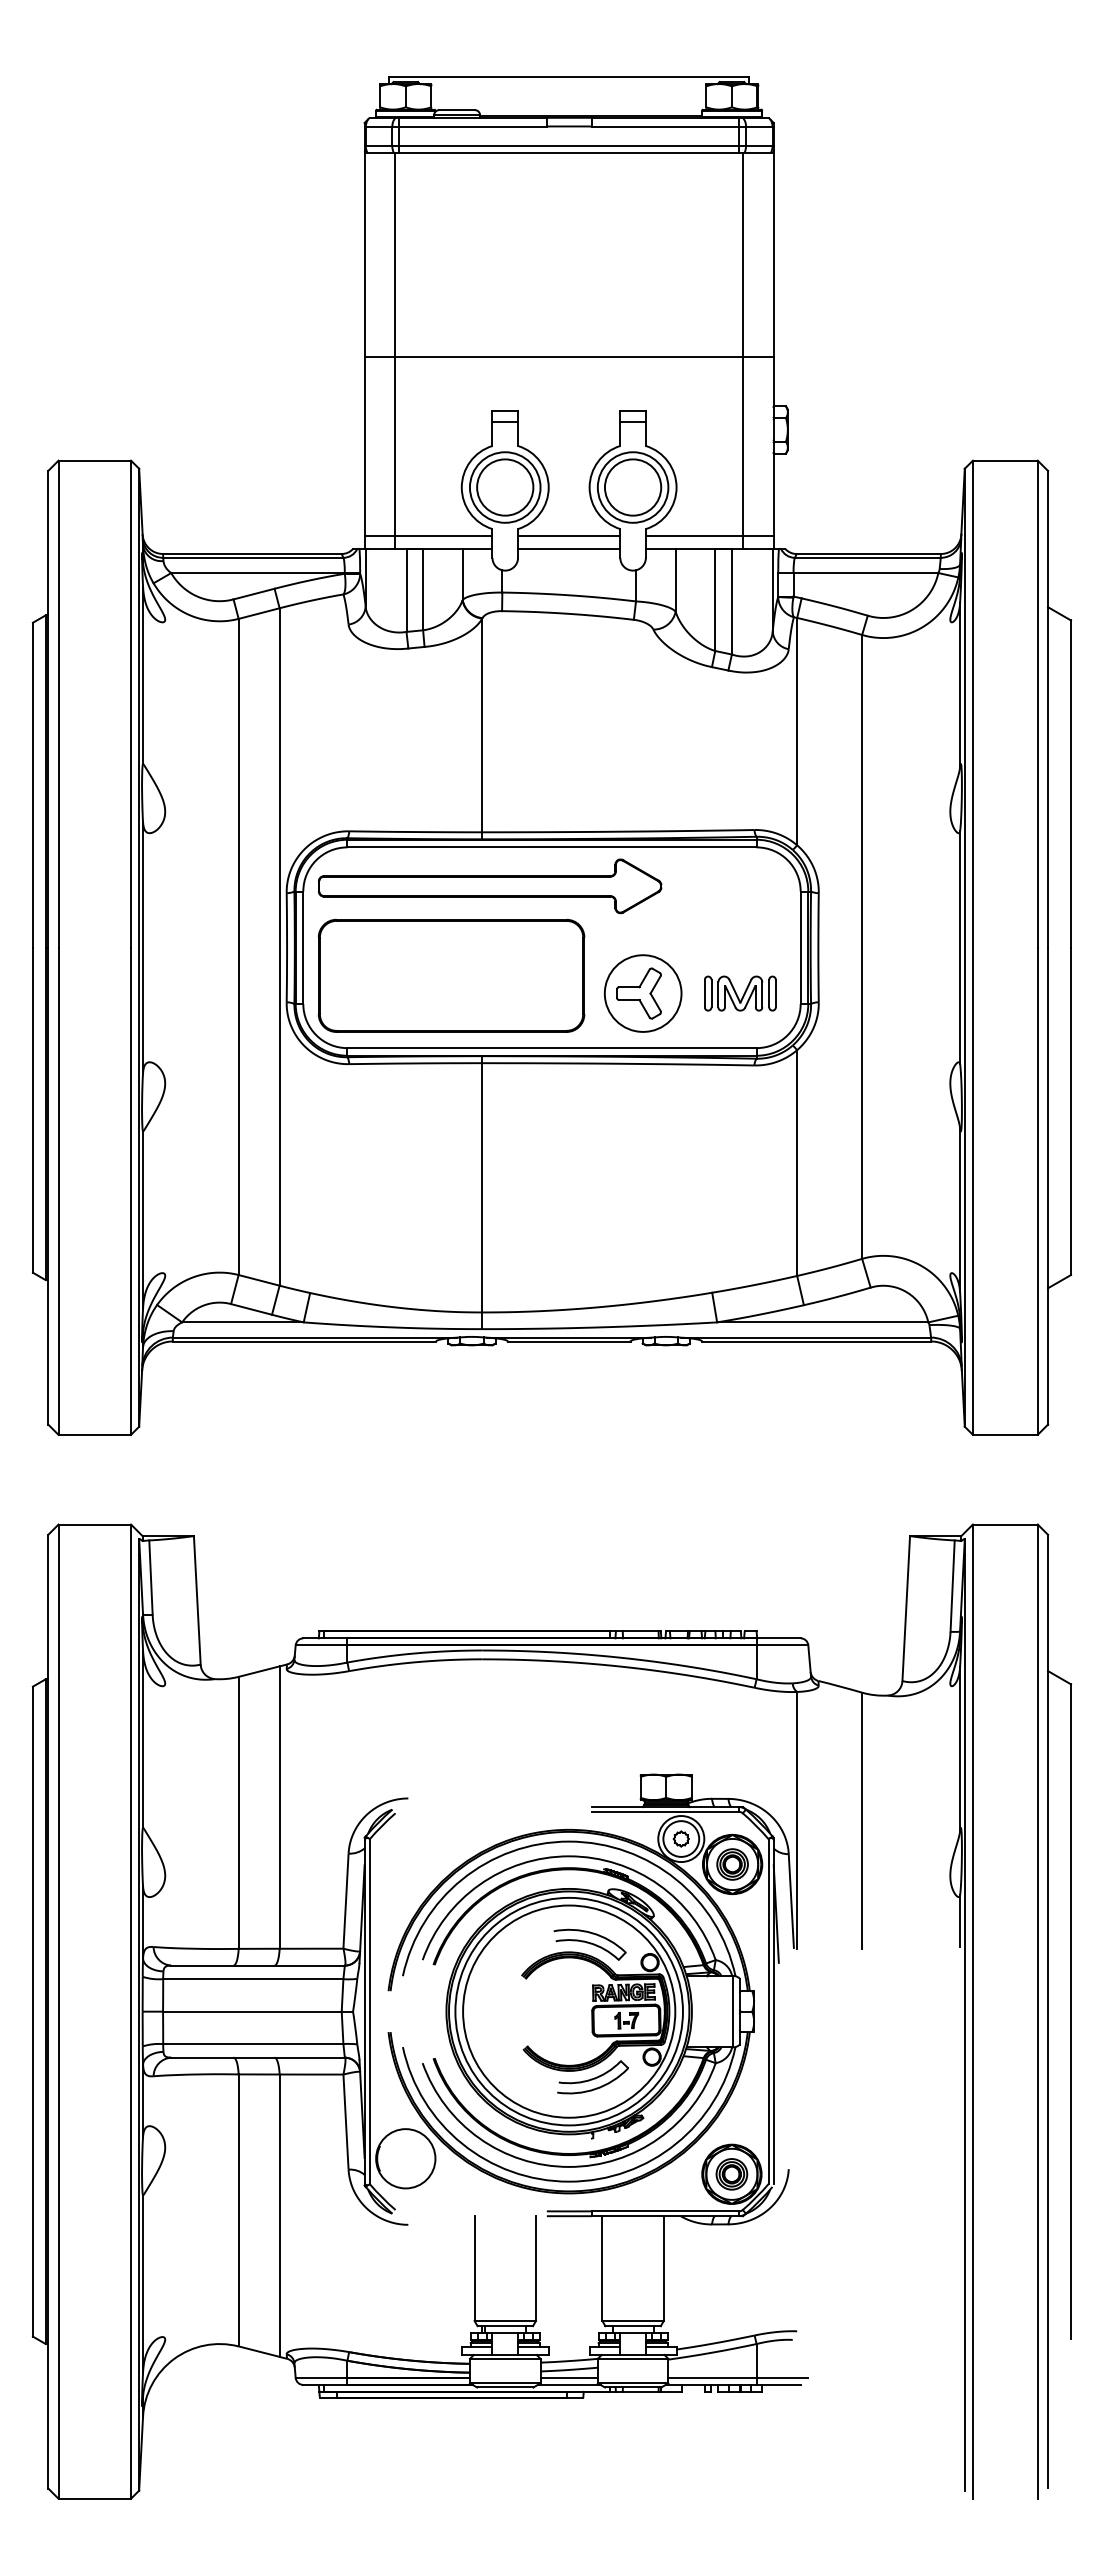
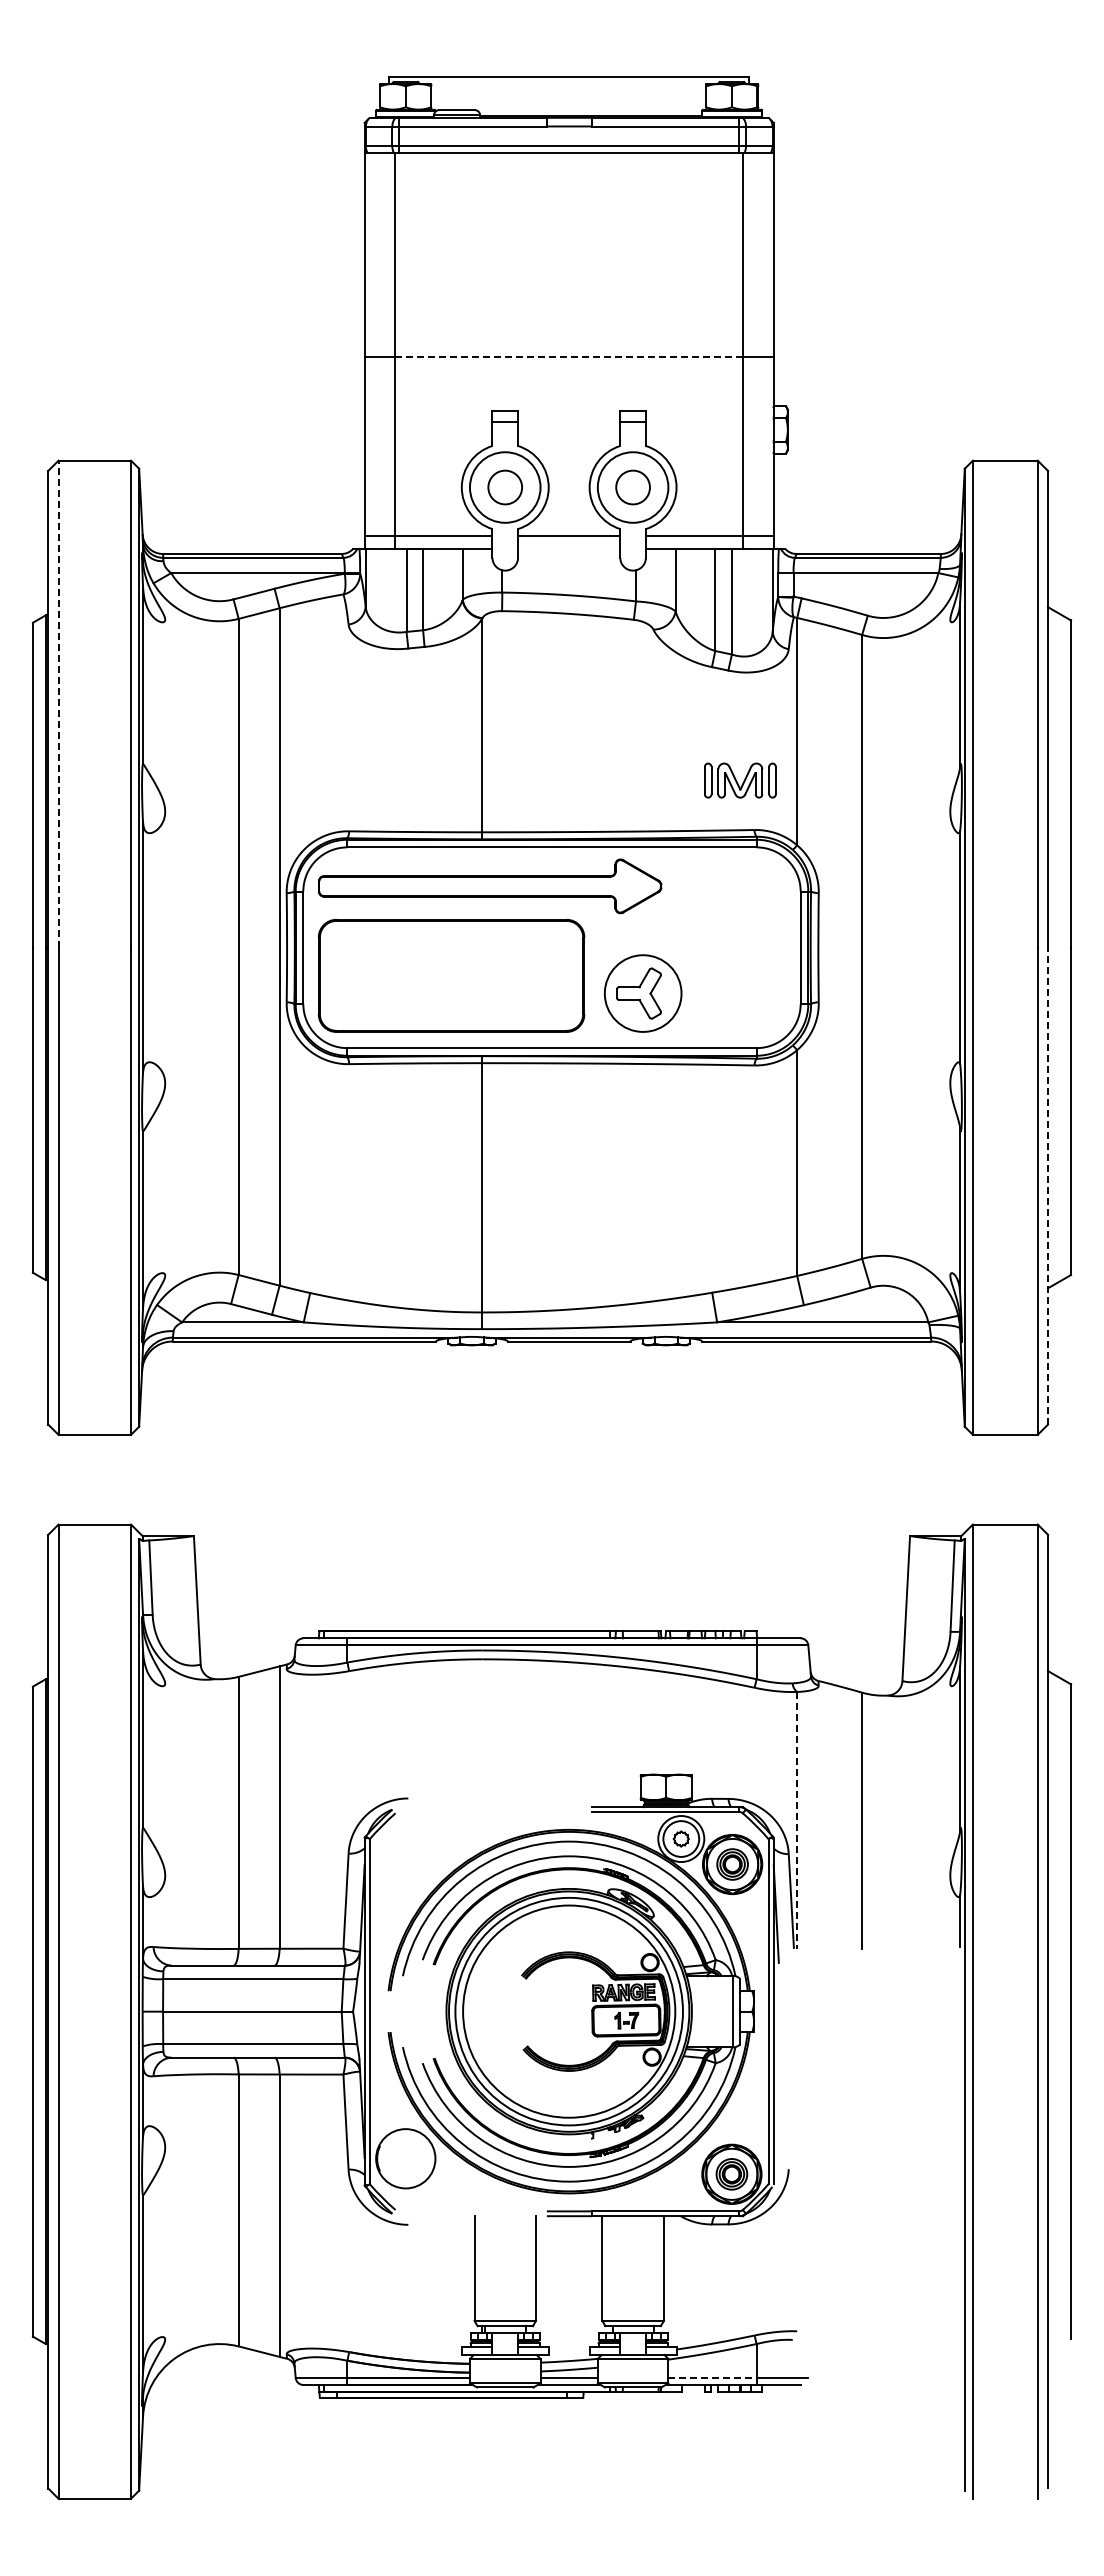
line at (569, 357): solid -> dashed
circle at (505, 487) diameter: 56 px -> 34 px
circle at (632, 487) diameter: 56 px -> 34 px
line at (569, 548): present -> none
line at (58, 704): solid -> dashed
part at (740, 993) position: (740, 993) -> (740, 780)
line at (1048, 1185): solid -> dashed
line at (797, 1820): solid -> dashed
part at (589, 1944): present -> none
part at (592, 2077): present -> none
line at (712, 2377): solid -> dashed
